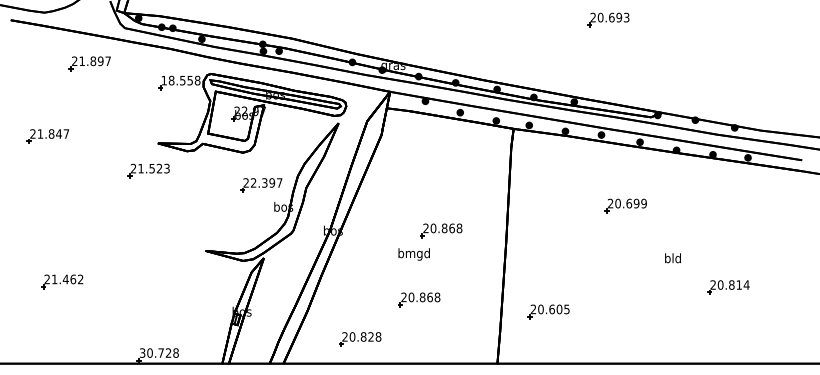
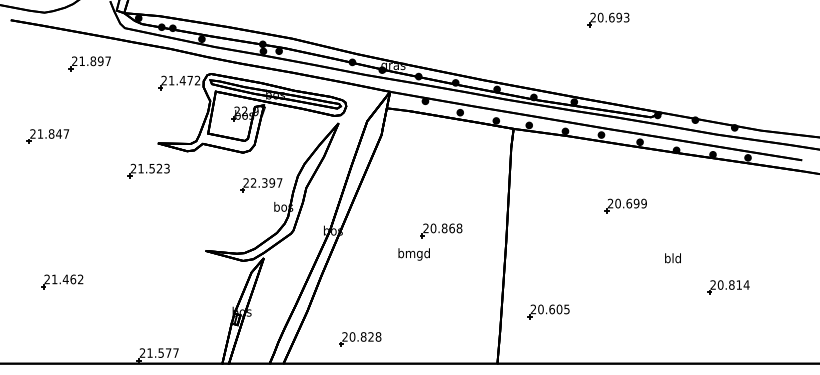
text at (180, 80): 18.558 -> 21.472
part at (419, 299): present -> none
text at (158, 352): 30.728 -> 21.577
